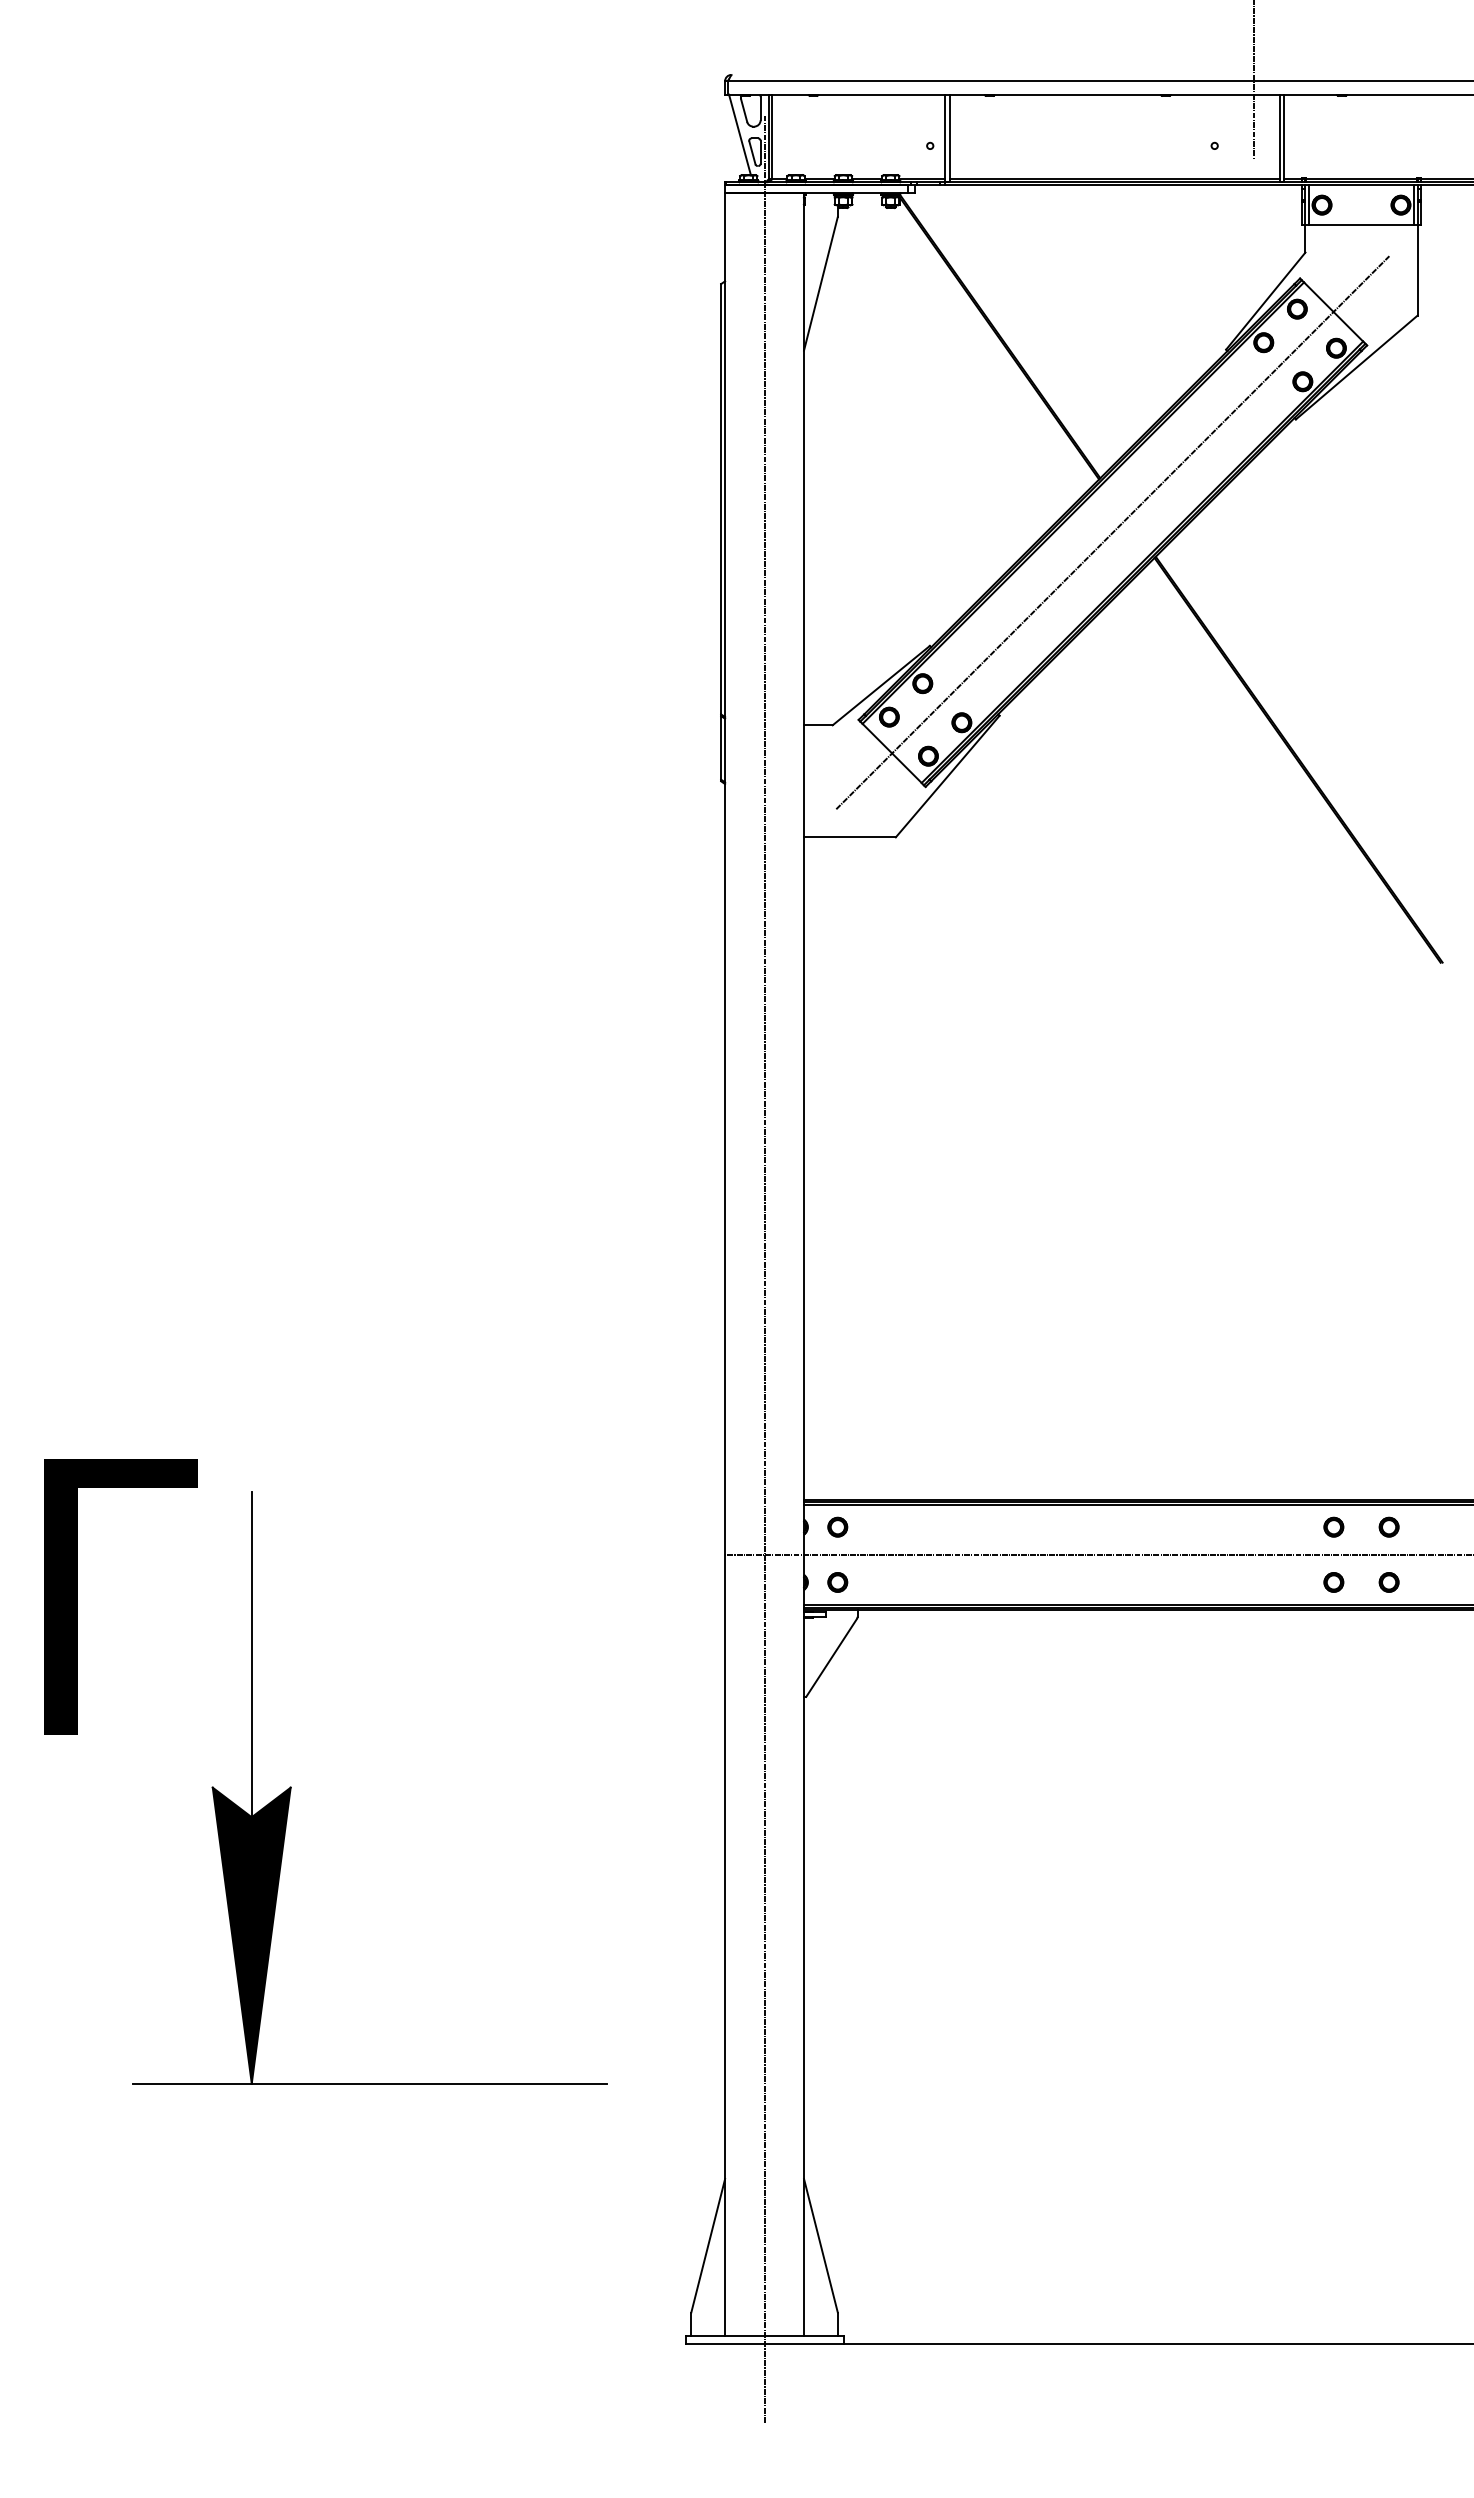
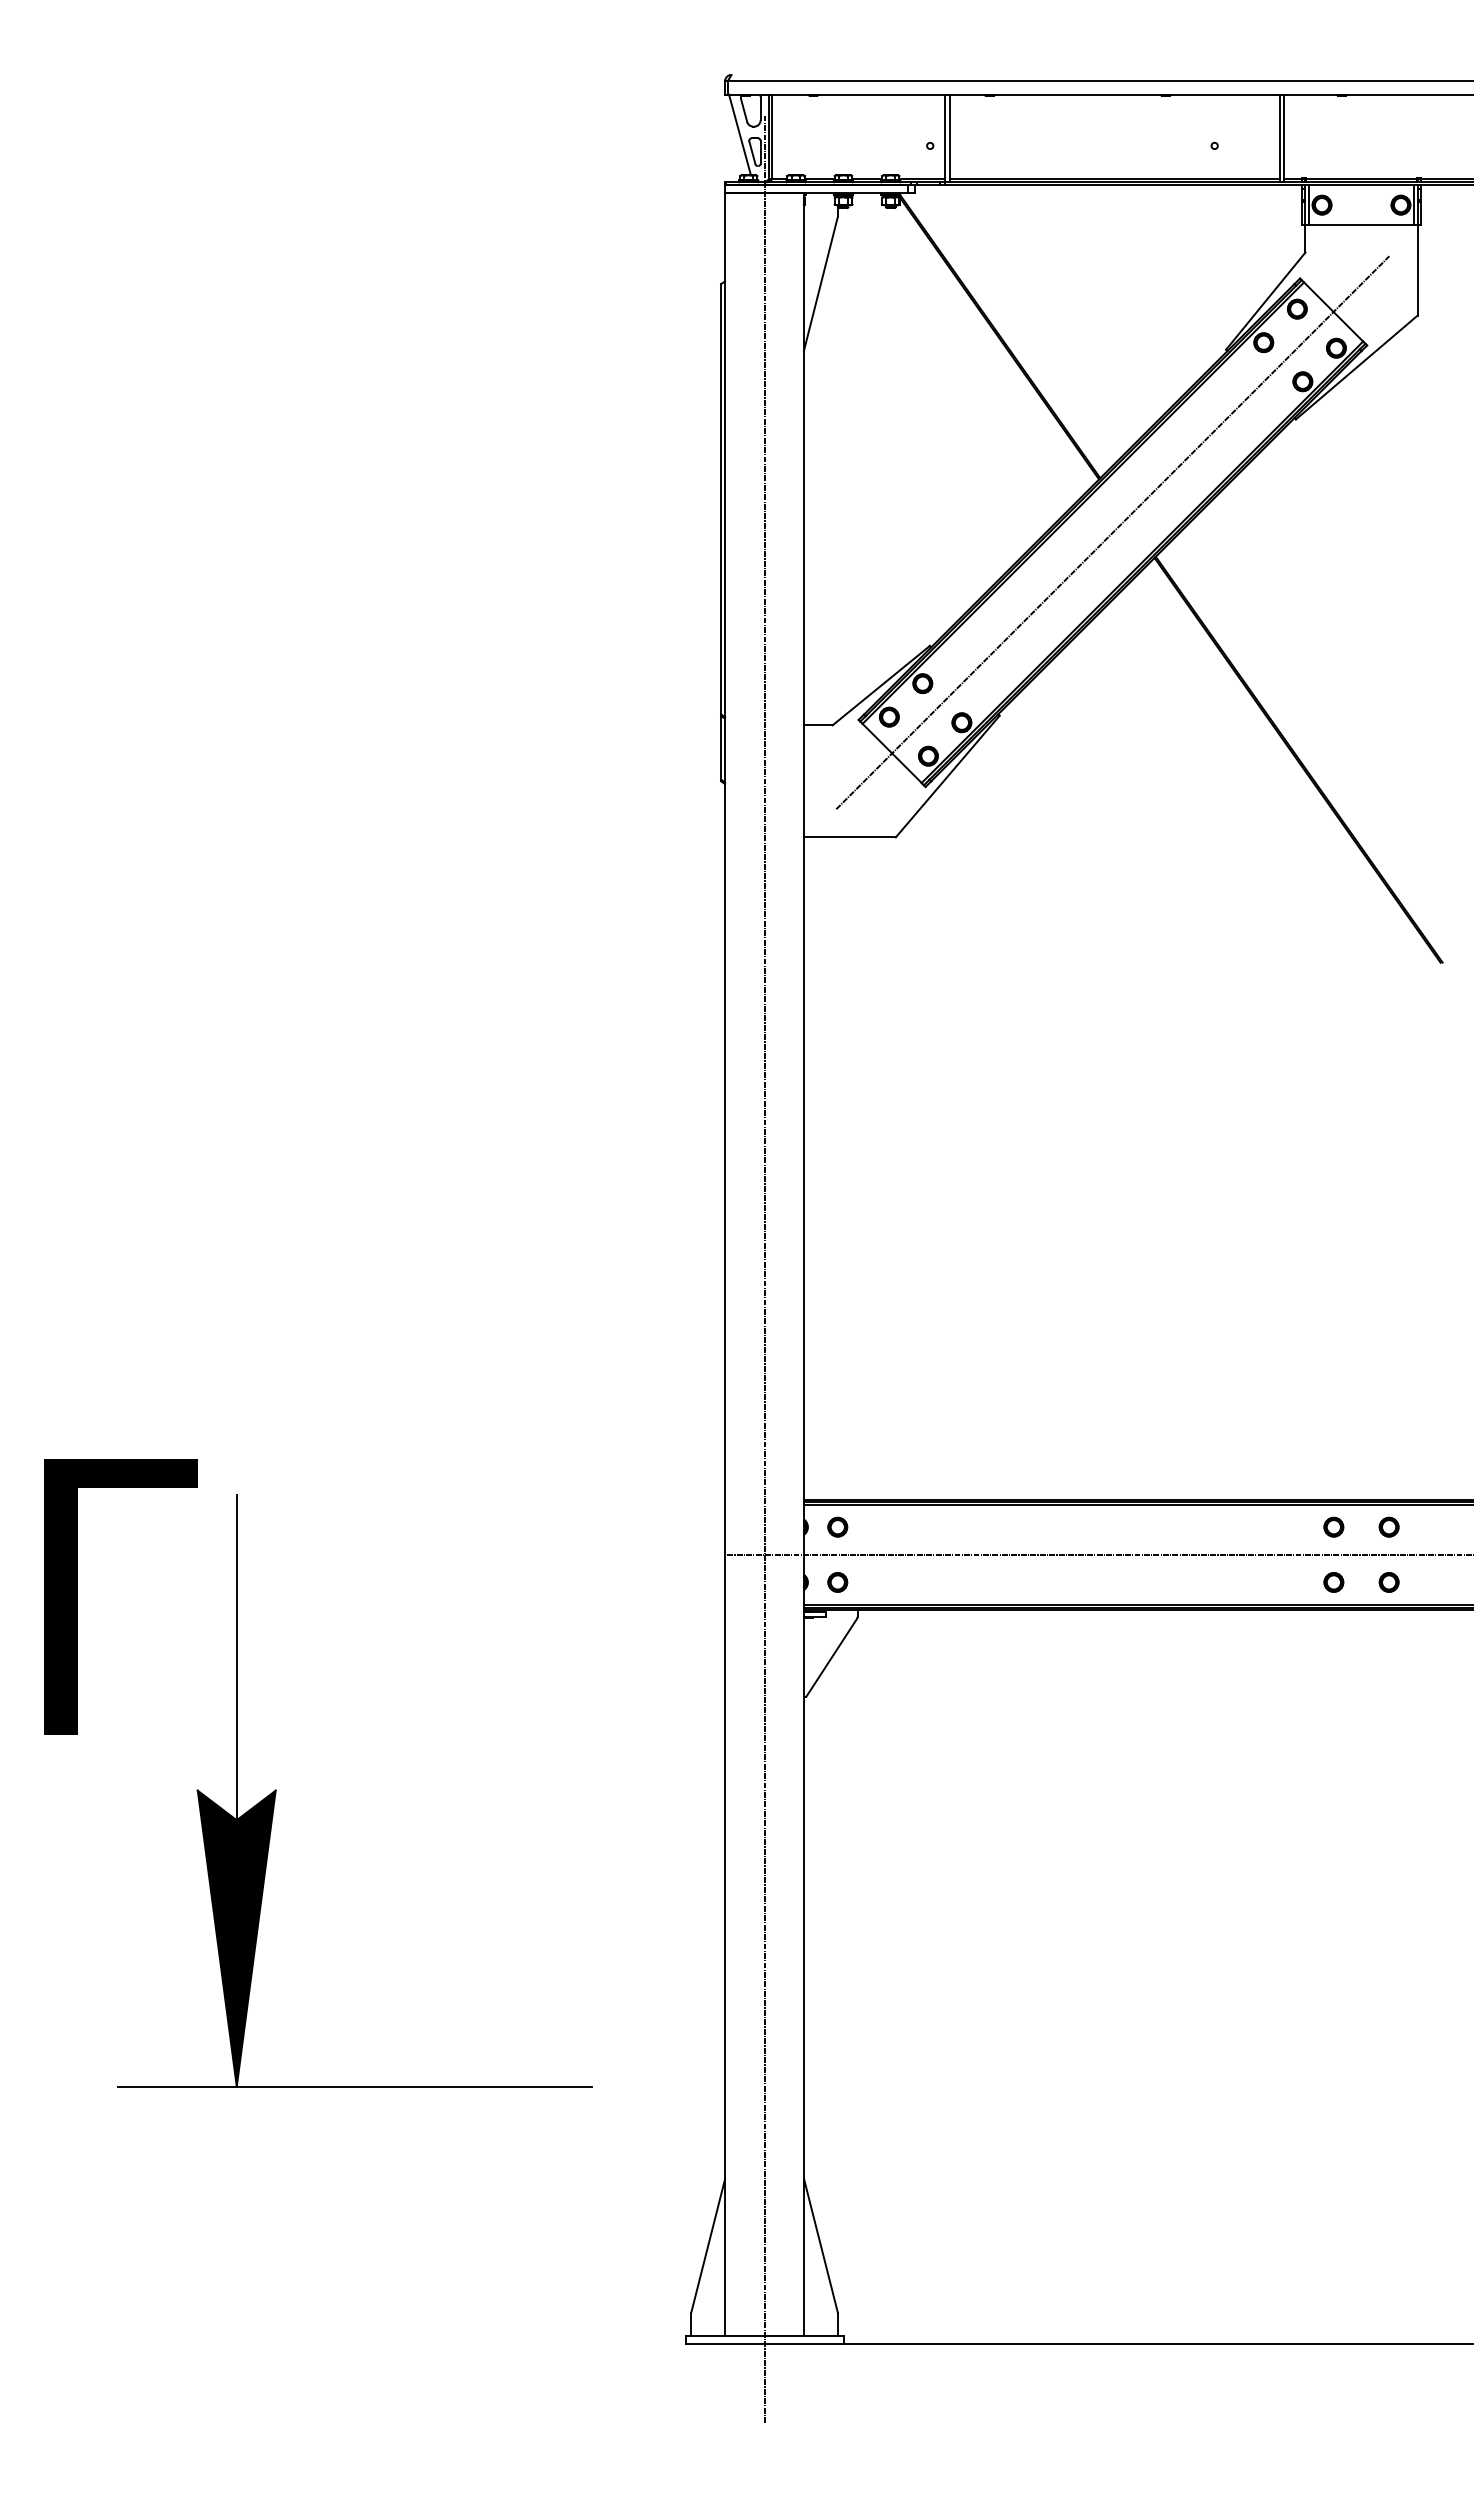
line at (1253, 80): present -> none
part at (291, 1787) position: (291, 1787) -> (276, 1790)
